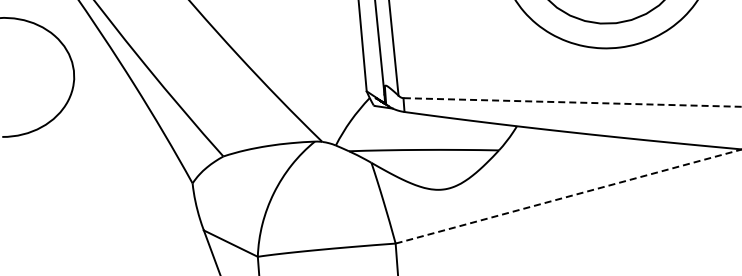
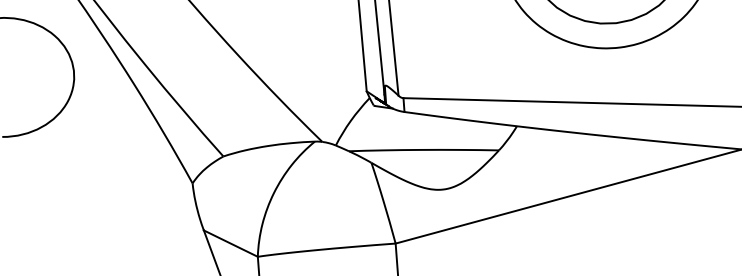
line at (572, 102): dashed -> solid
line at (568, 196): dashed -> solid
